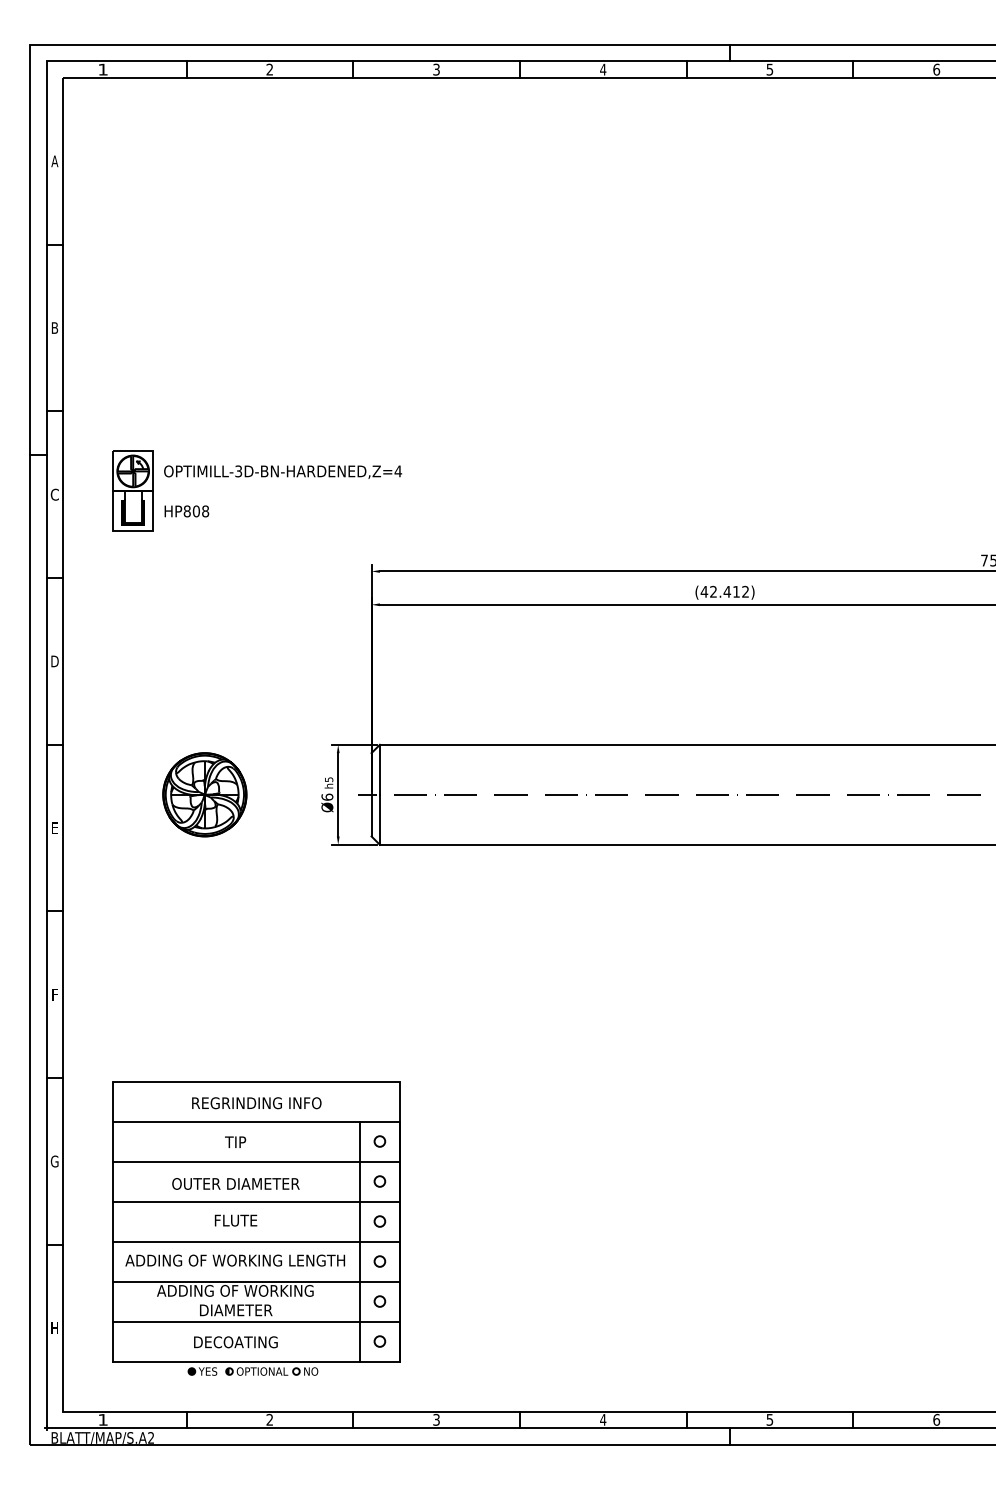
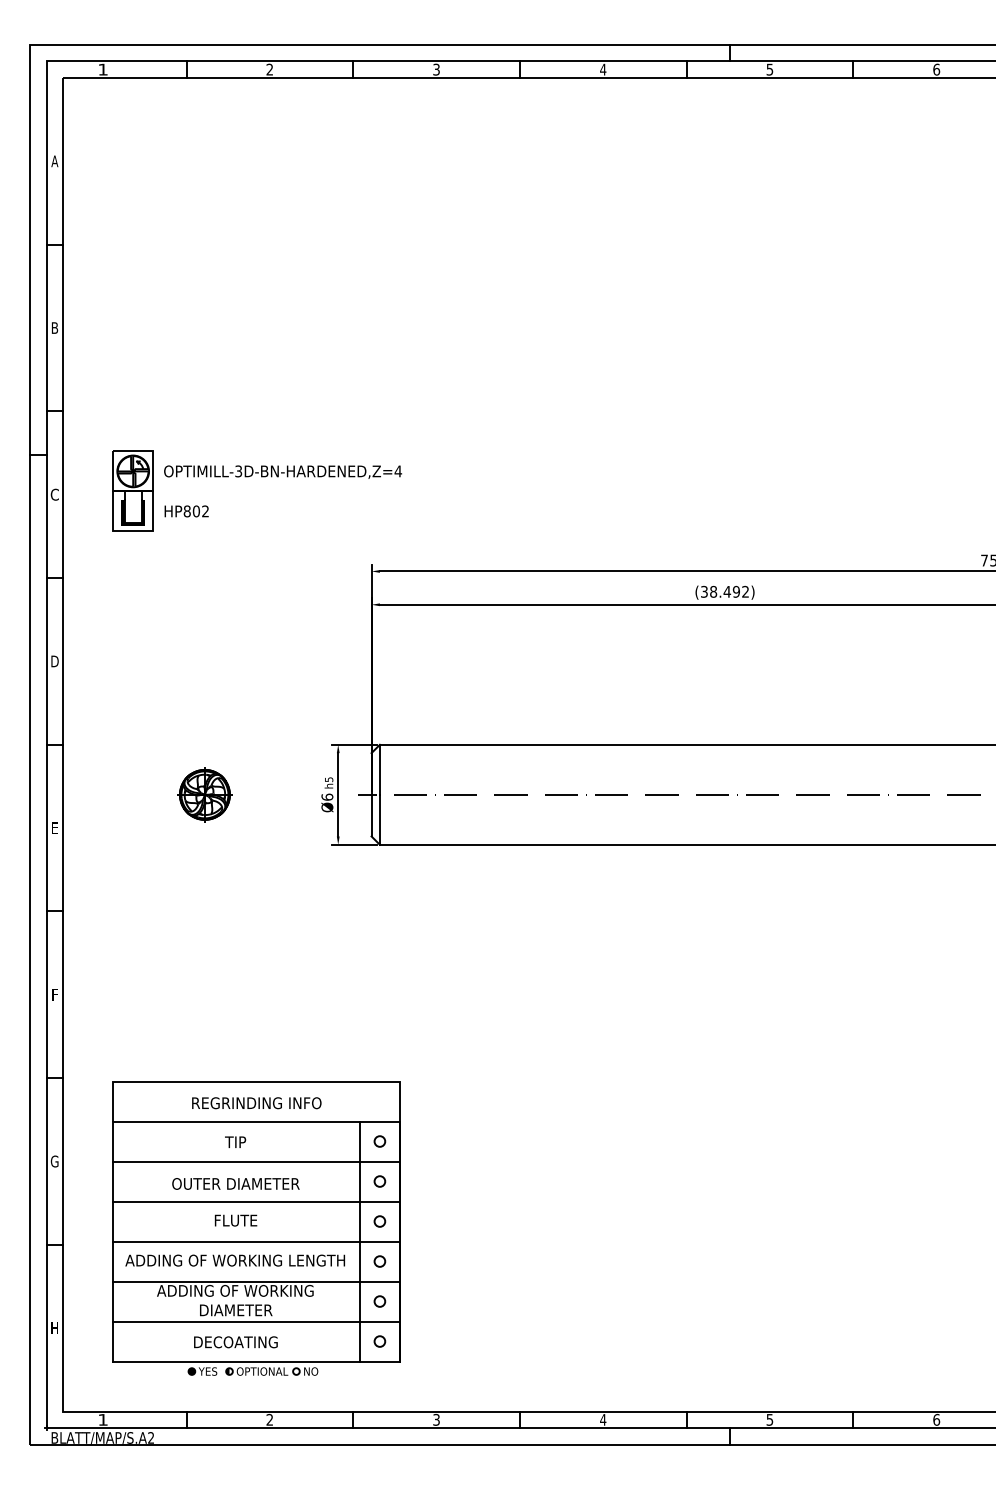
text at (205, 511): HP808 -> HP802
text at (719, 591): (42.412) -> (38.492)
part at (204, 794) size: 86x86 px -> 56x56 px
